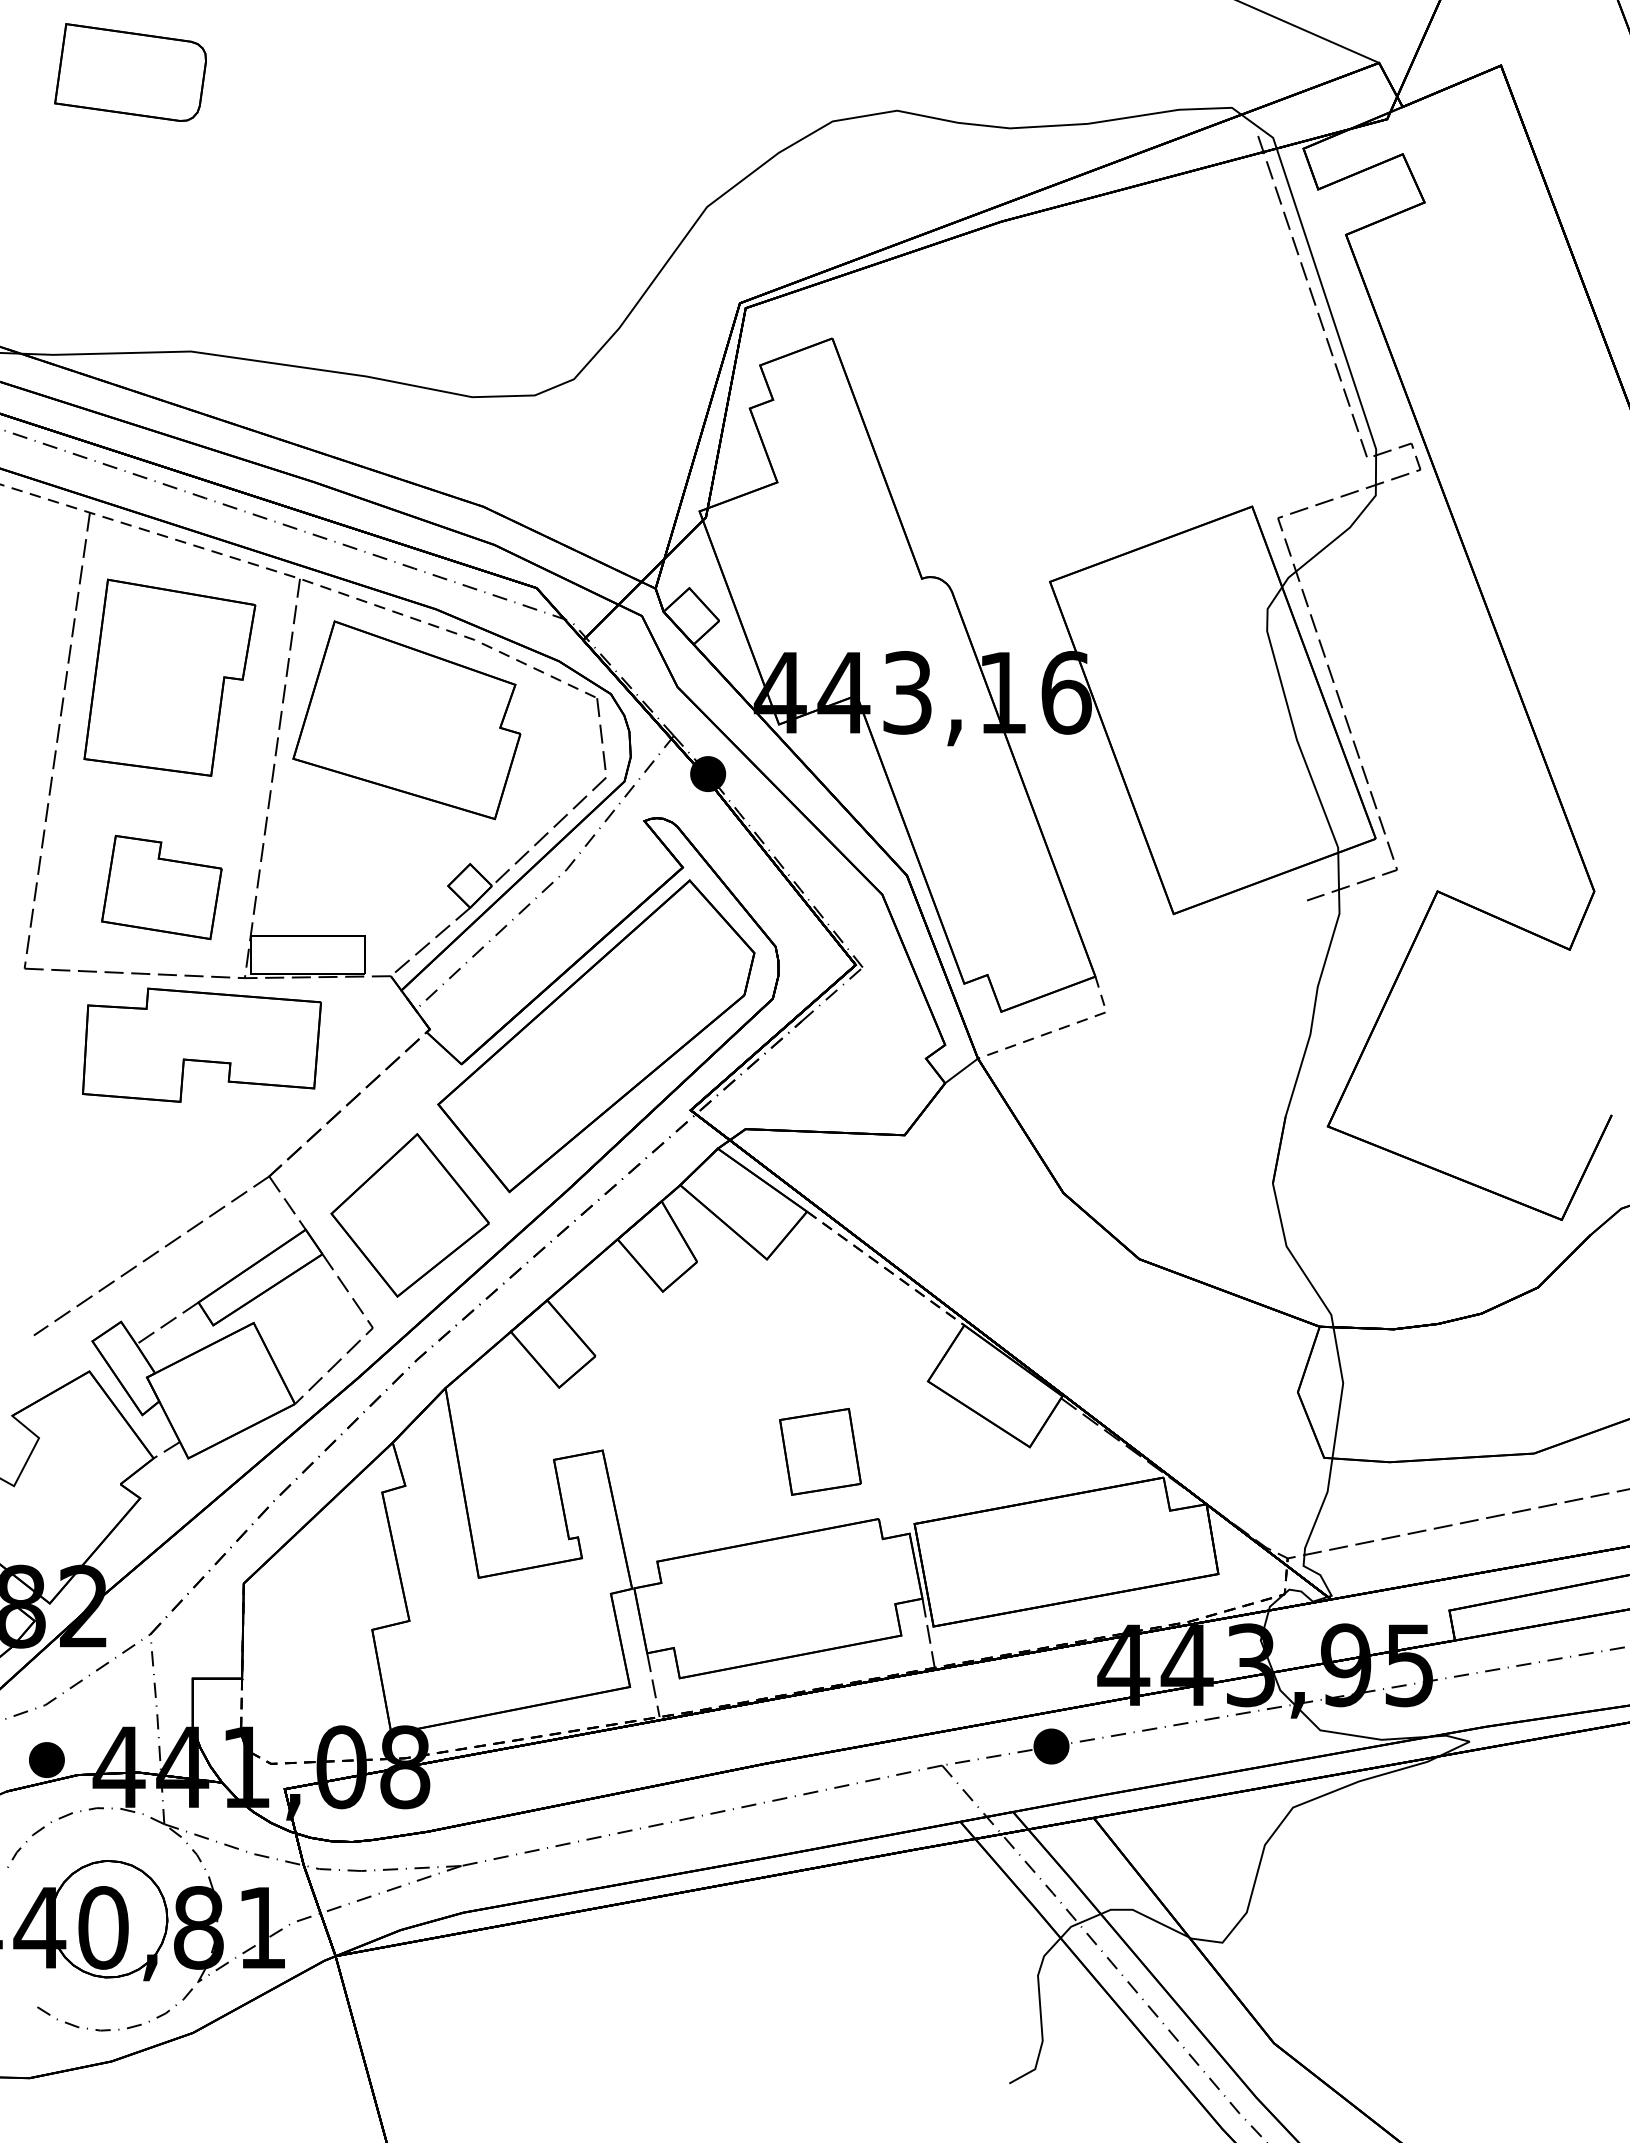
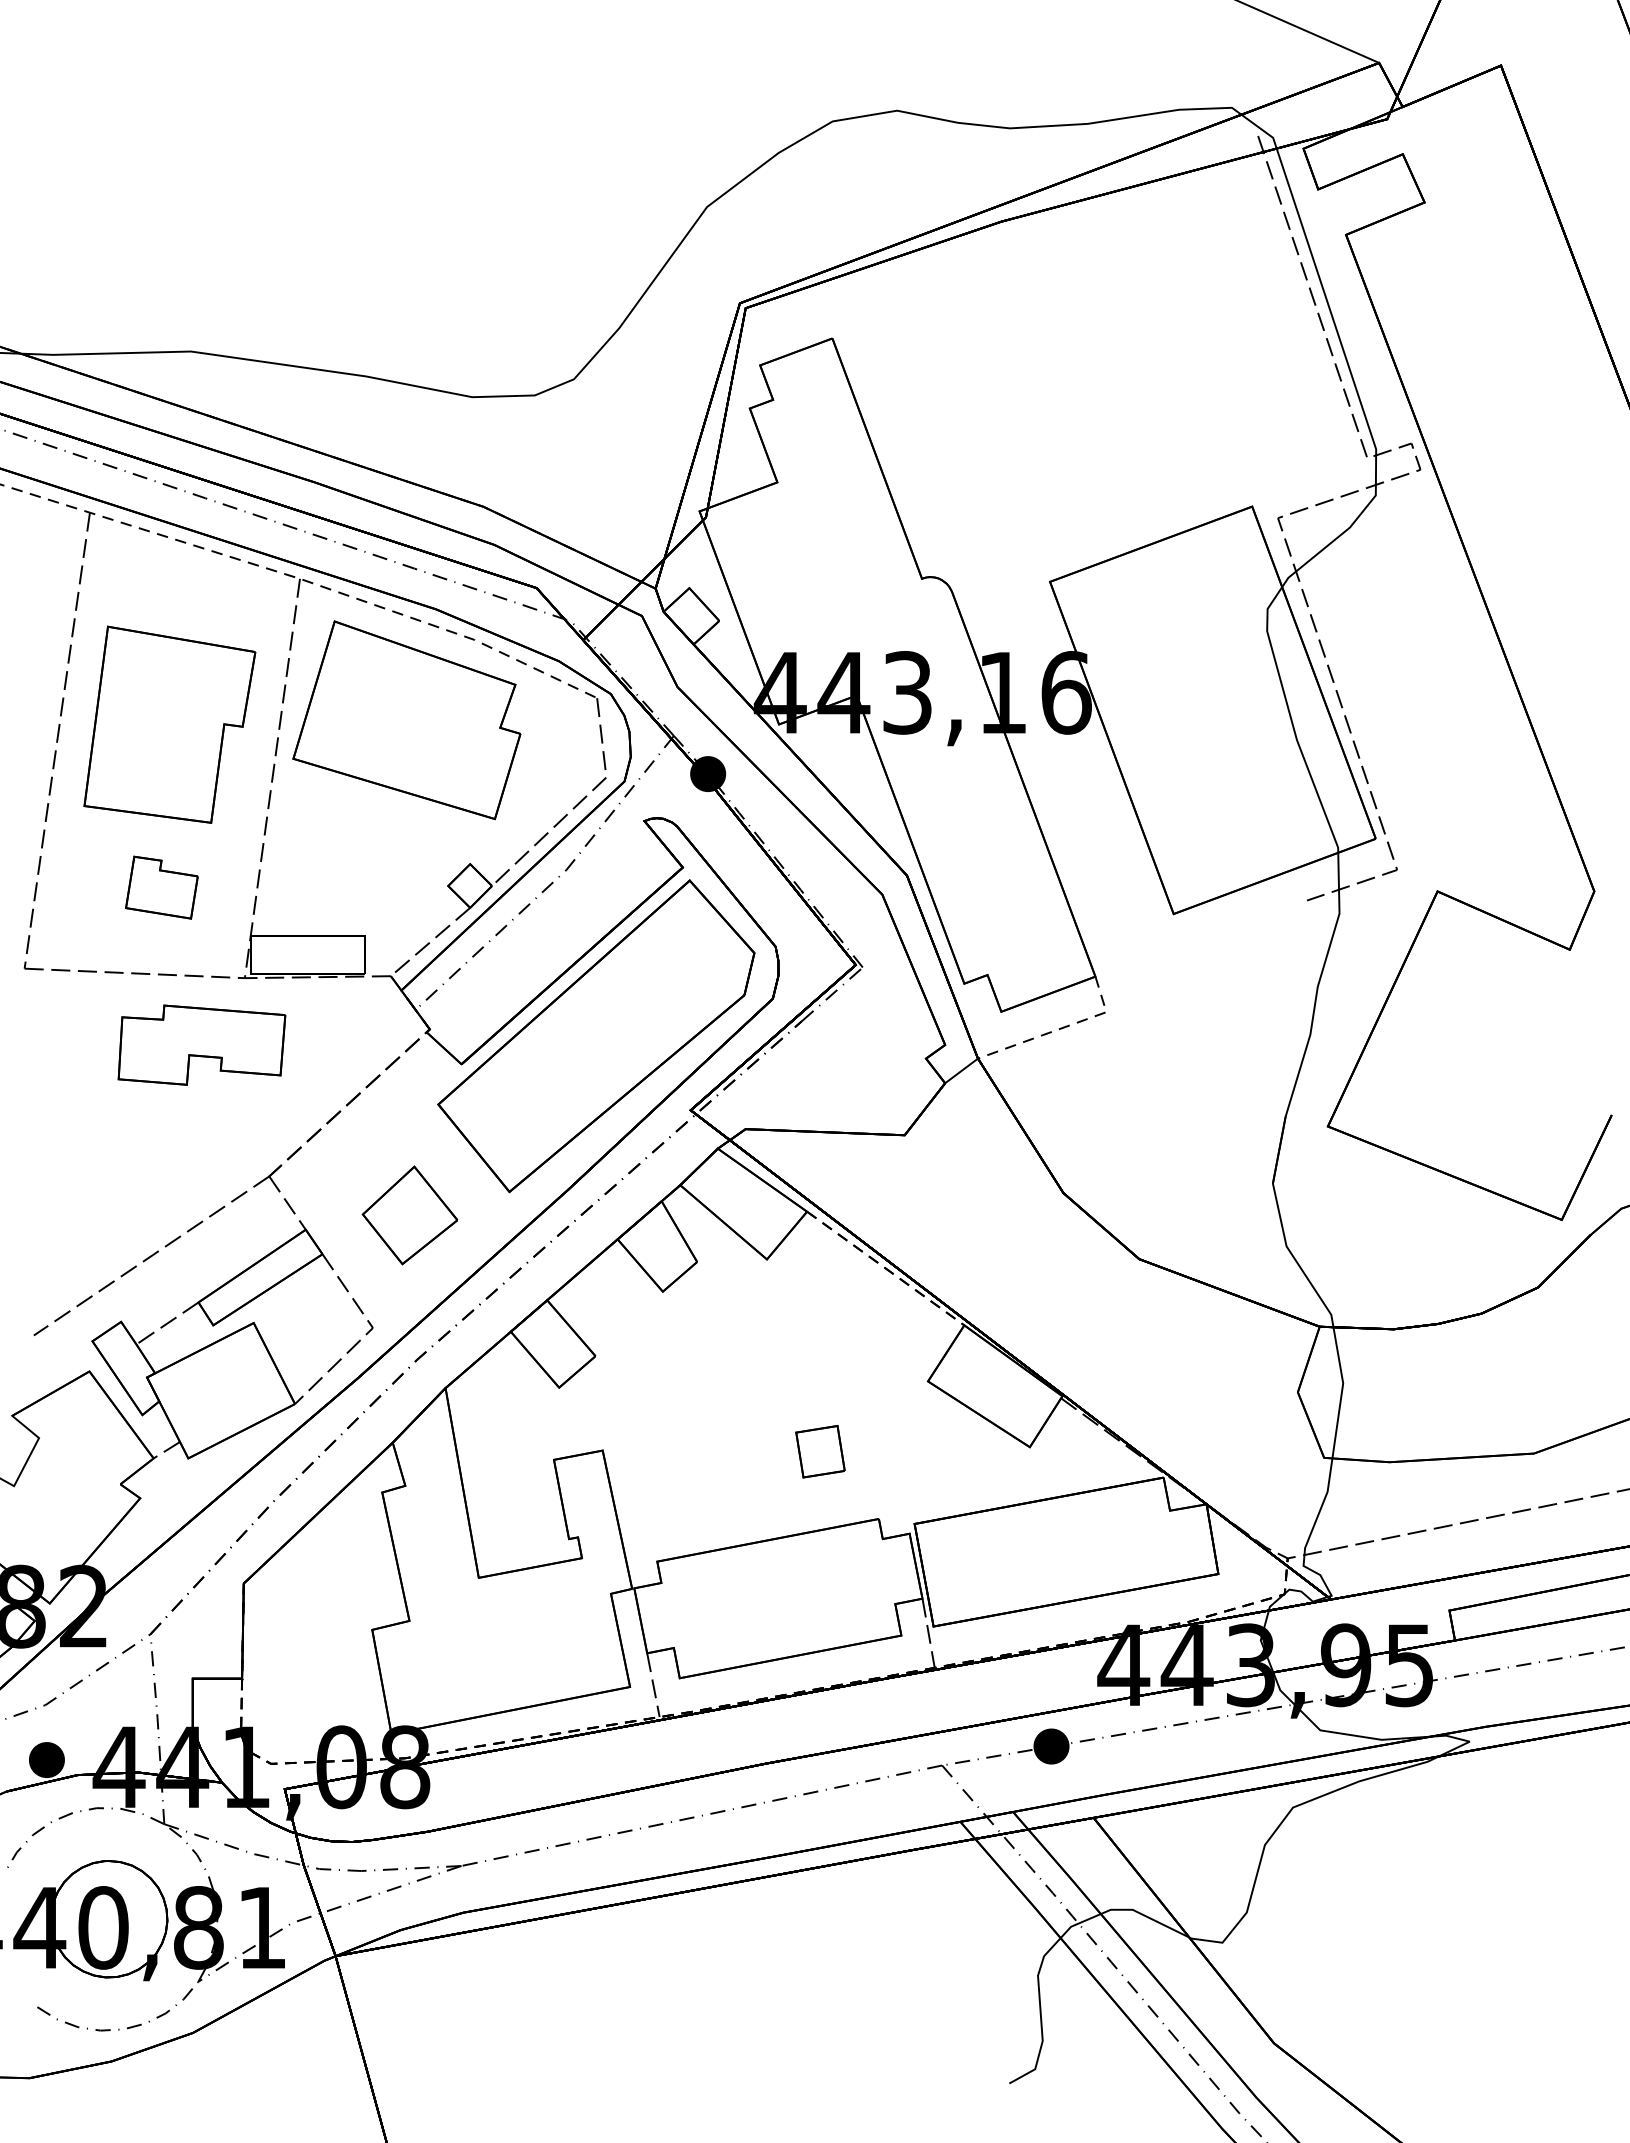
part at (130, 72): present -> none
part at (169, 677) position: (169, 677) -> (169, 724)
part at (161, 887) size: 122x106 px -> 74x65 px
part at (201, 1044) size: 240x116 px -> 170x82 px
part at (409, 1215) size: 160x165 px -> 98x101 px
part at (820, 1451) size: 83x89 px -> 51x54 px
